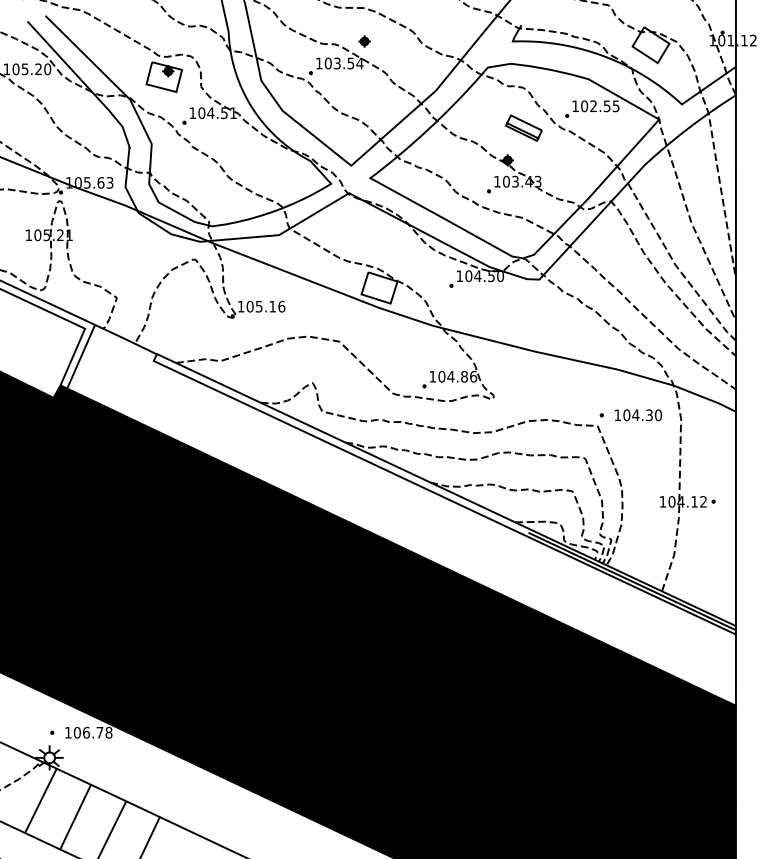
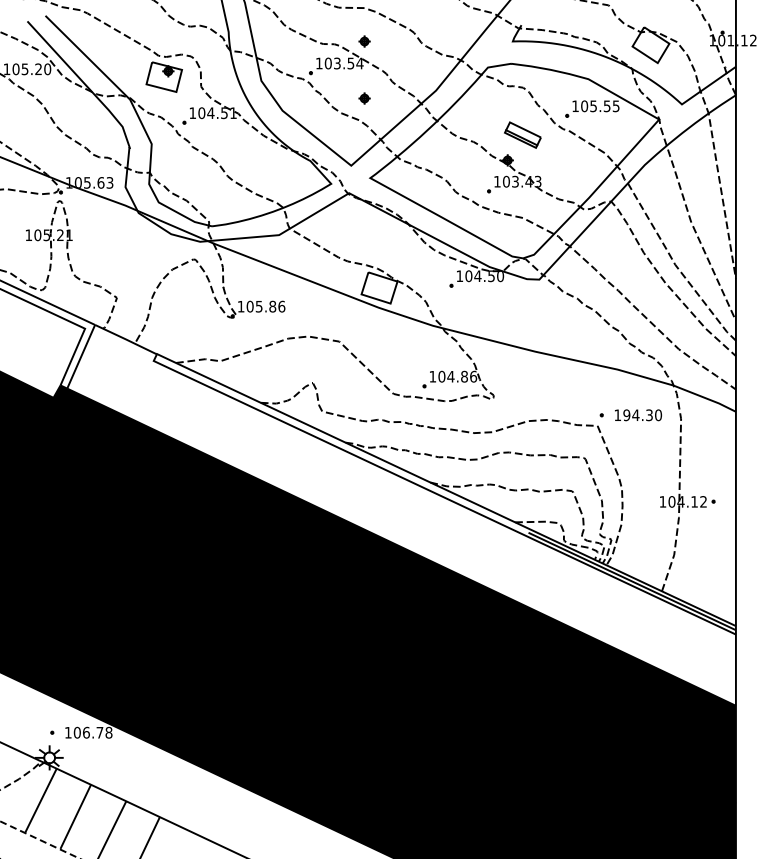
part at (364, 98): none -> present
text at (593, 106): 102.55 -> 105.55
part at (523, 127) position: (523, 127) -> (522, 134)
text at (272, 306): 105.16 -> 105.86
text at (626, 415): 104.30 -> 194.30
line at (40, 840): solid -> dashed
